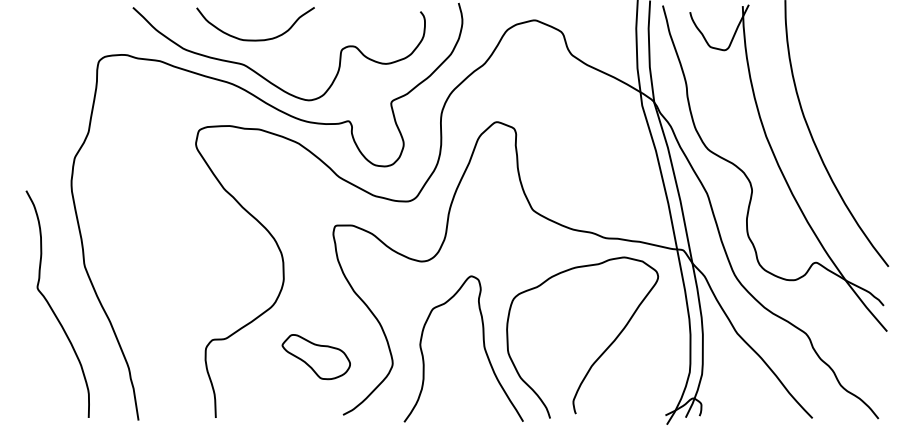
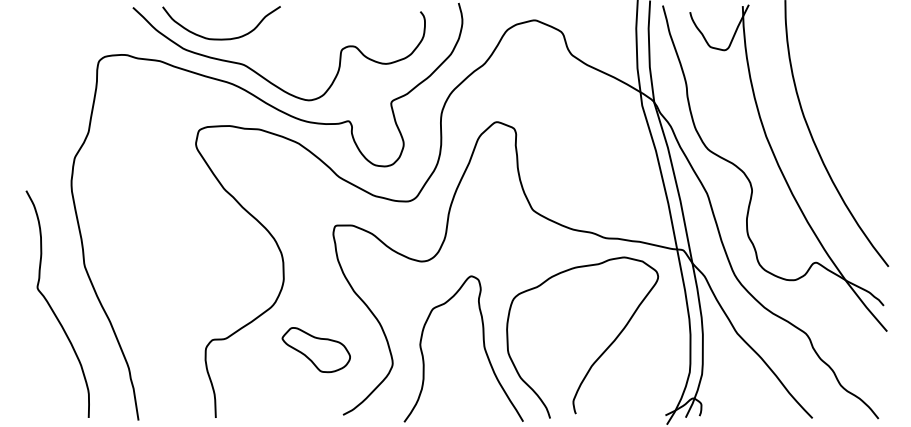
curve at (255, 39) position: (255, 39) -> (221, 38)
part at (315, 357) position: (315, 357) -> (315, 350)
